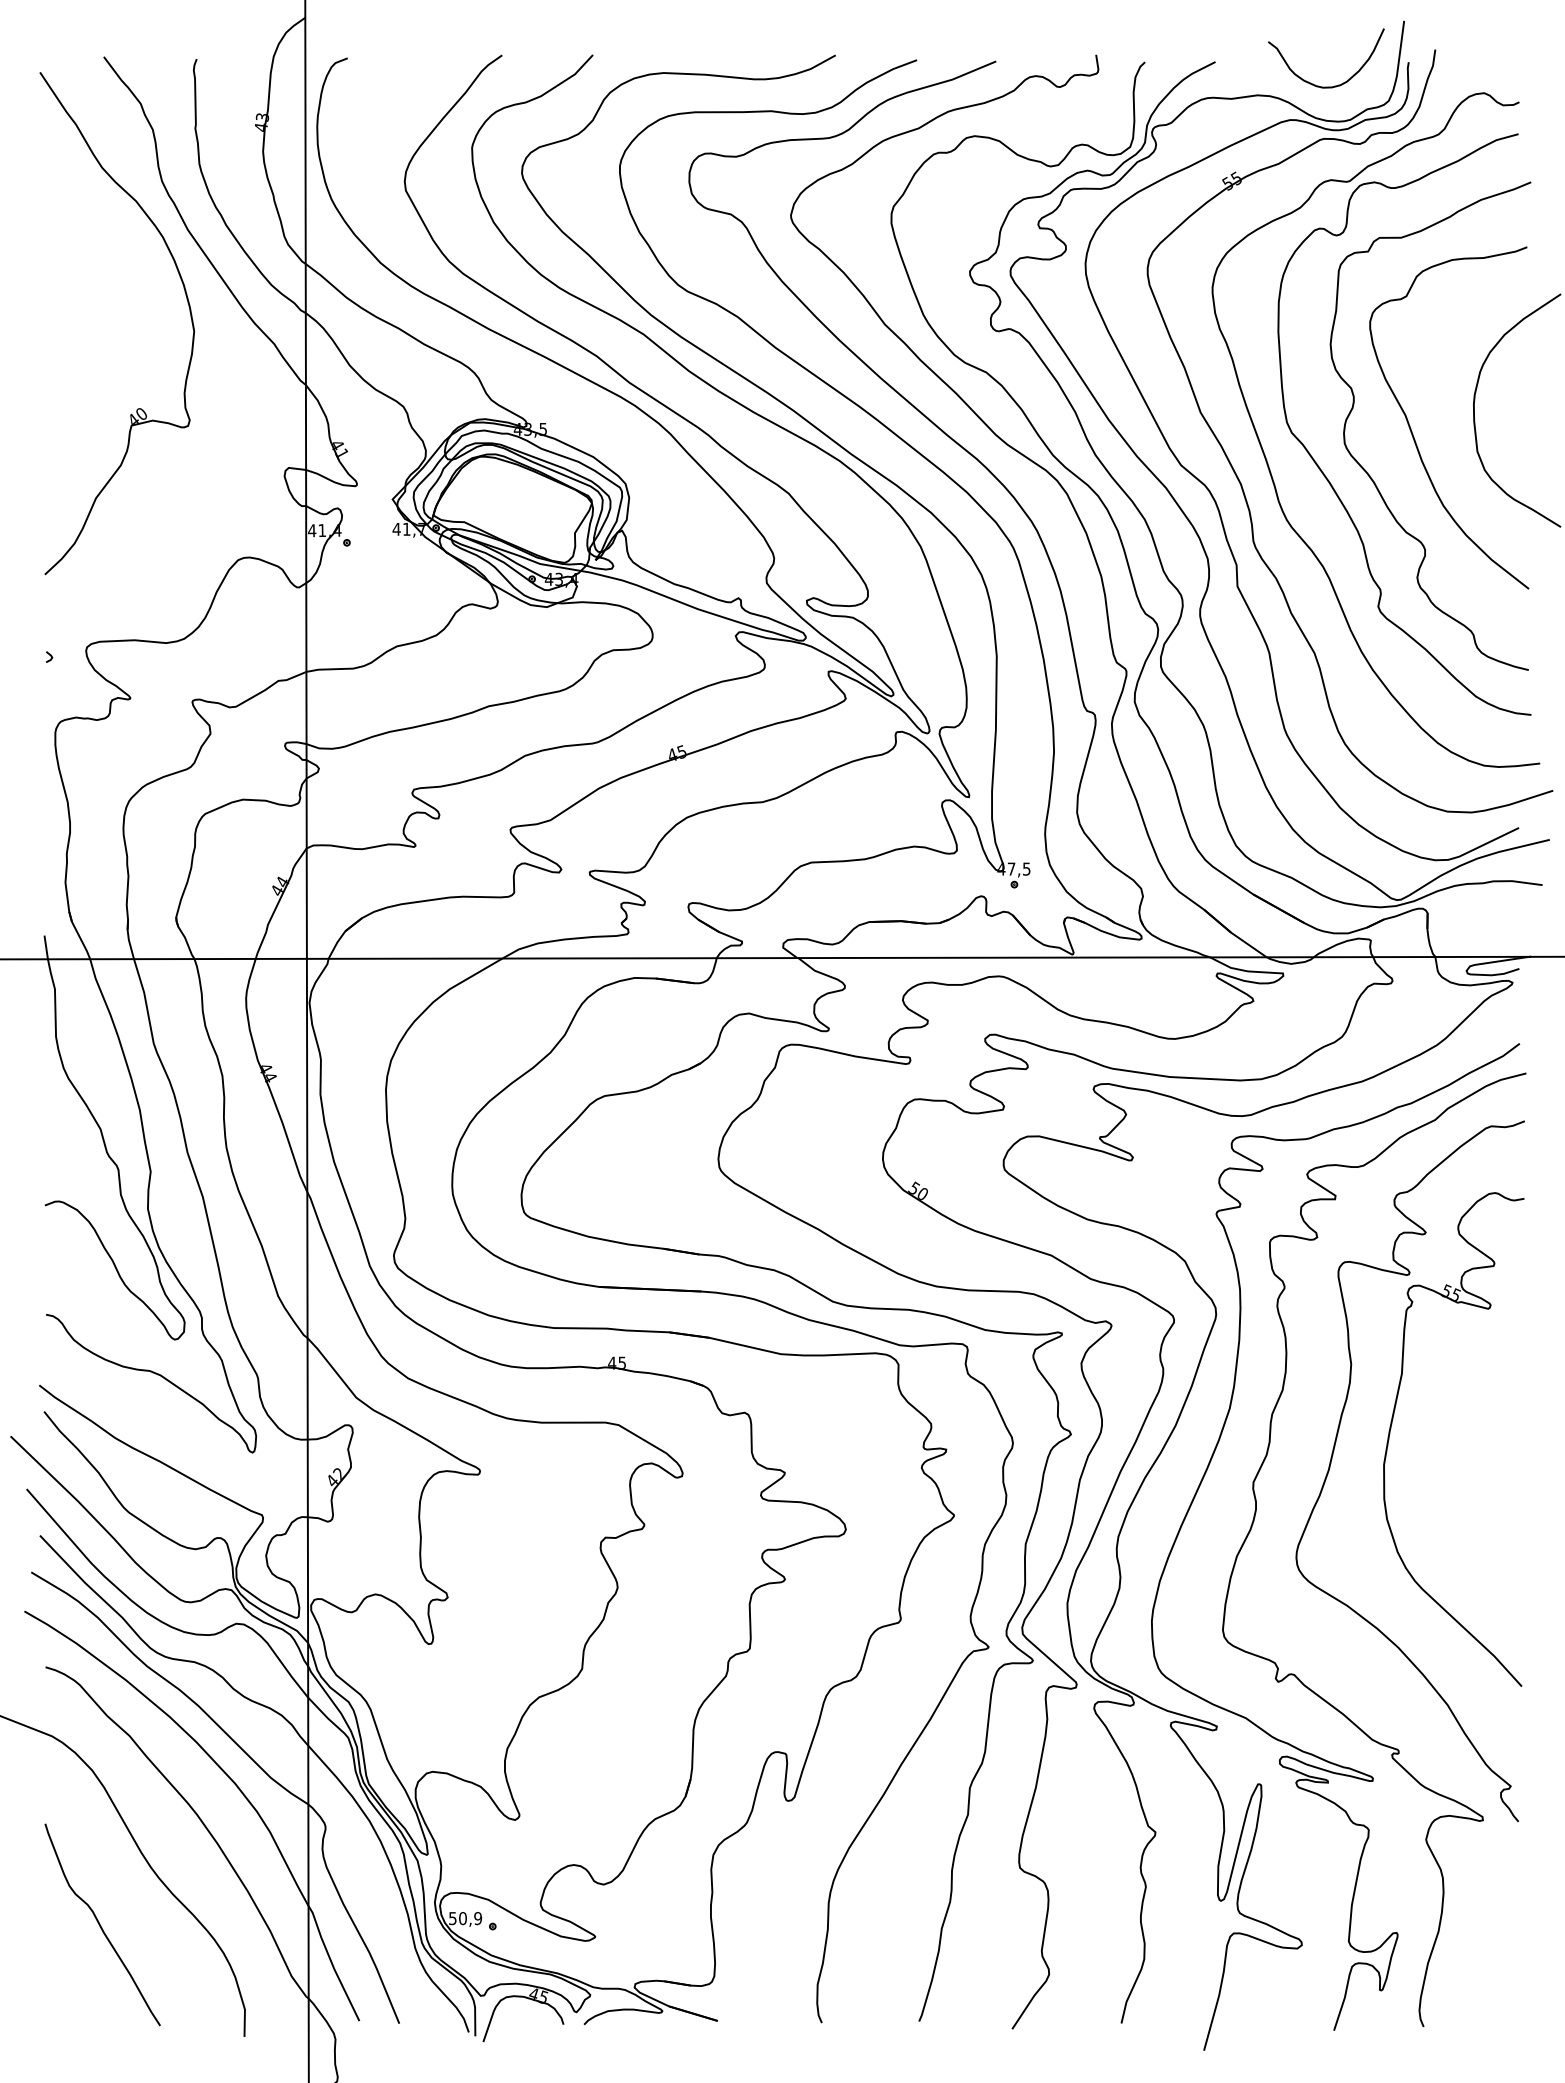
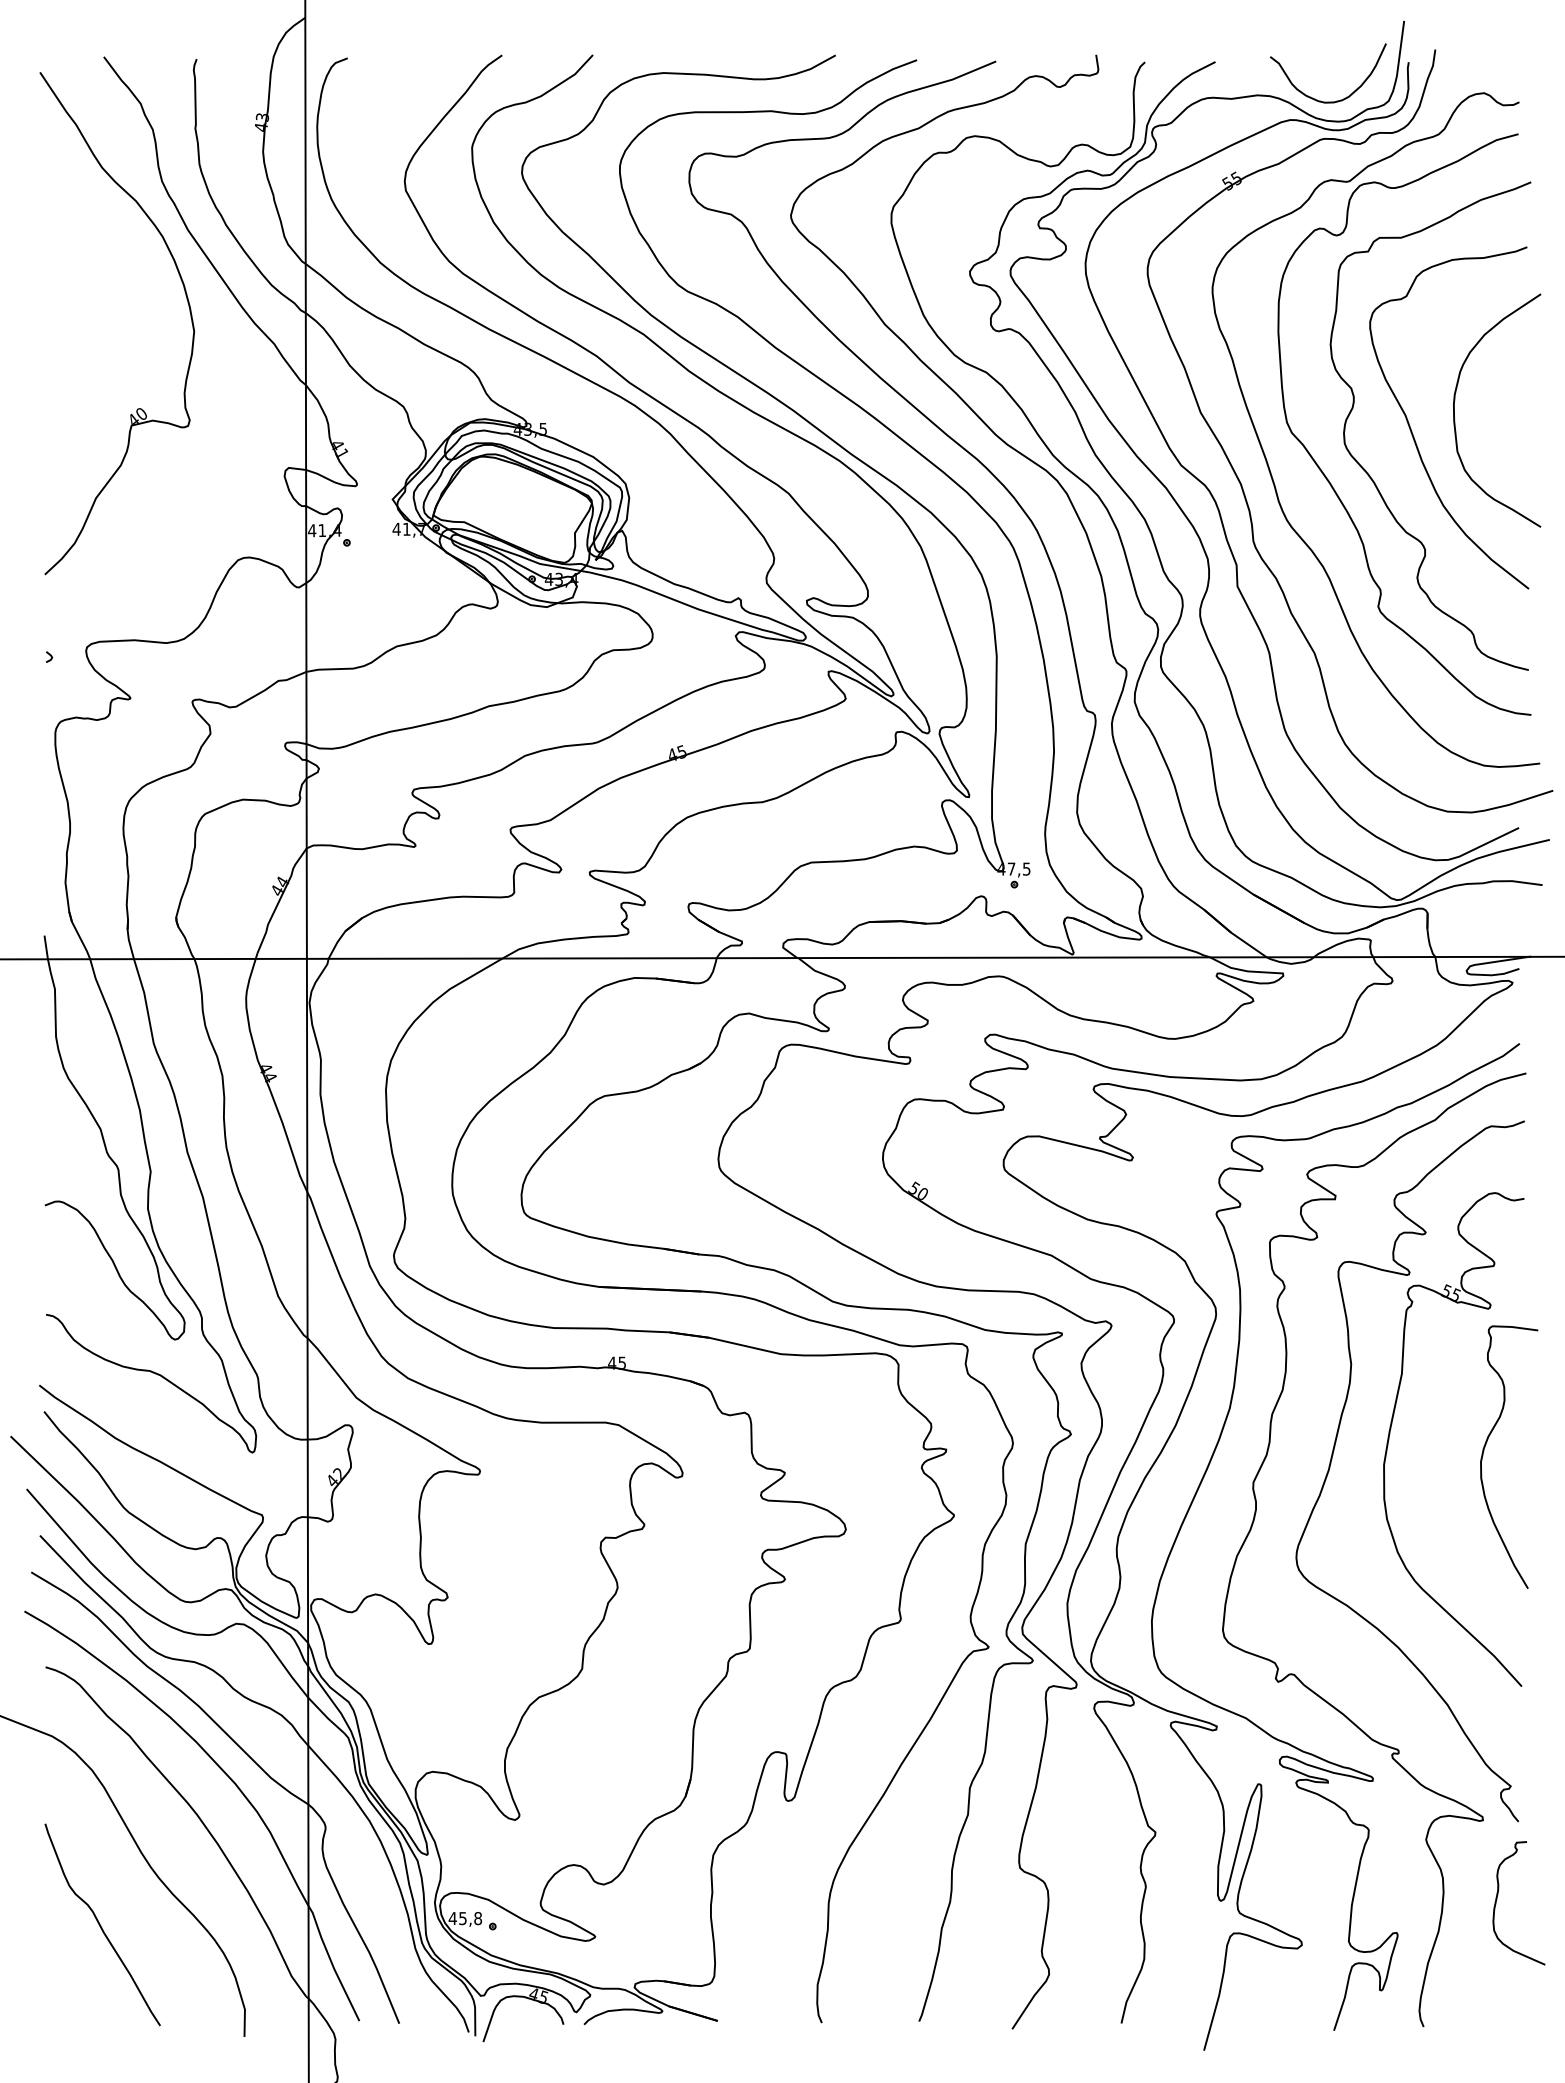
curve at (1326, 86) position: (1326, 86) -> (1328, 101)
curve at (1474, 410) position: (1474, 410) -> (1454, 410)
curve at (1484, 1451): none -> present
curve at (1497, 1899): none -> present
text at (465, 1918): 50,9 -> 45,8
